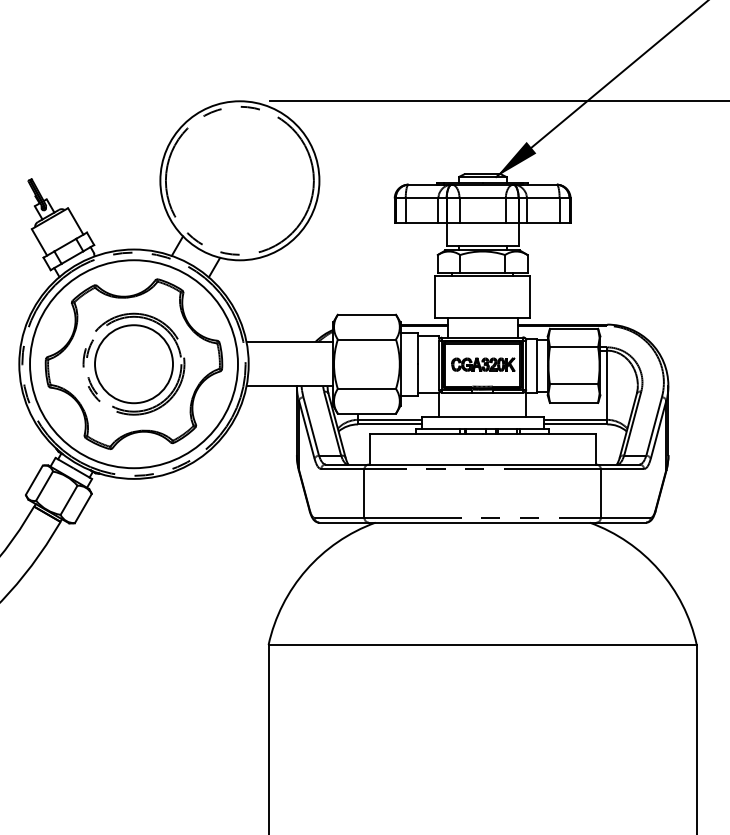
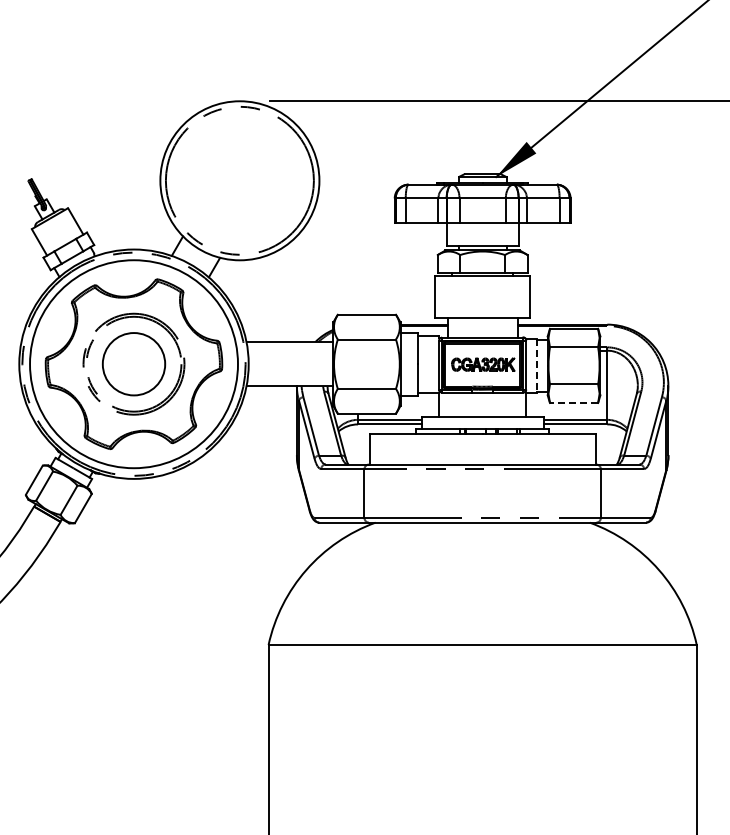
circle at (134, 364) diameter: 78 px -> 62 px
line at (536, 365): solid -> dashed
line at (573, 403): solid -> dashed
